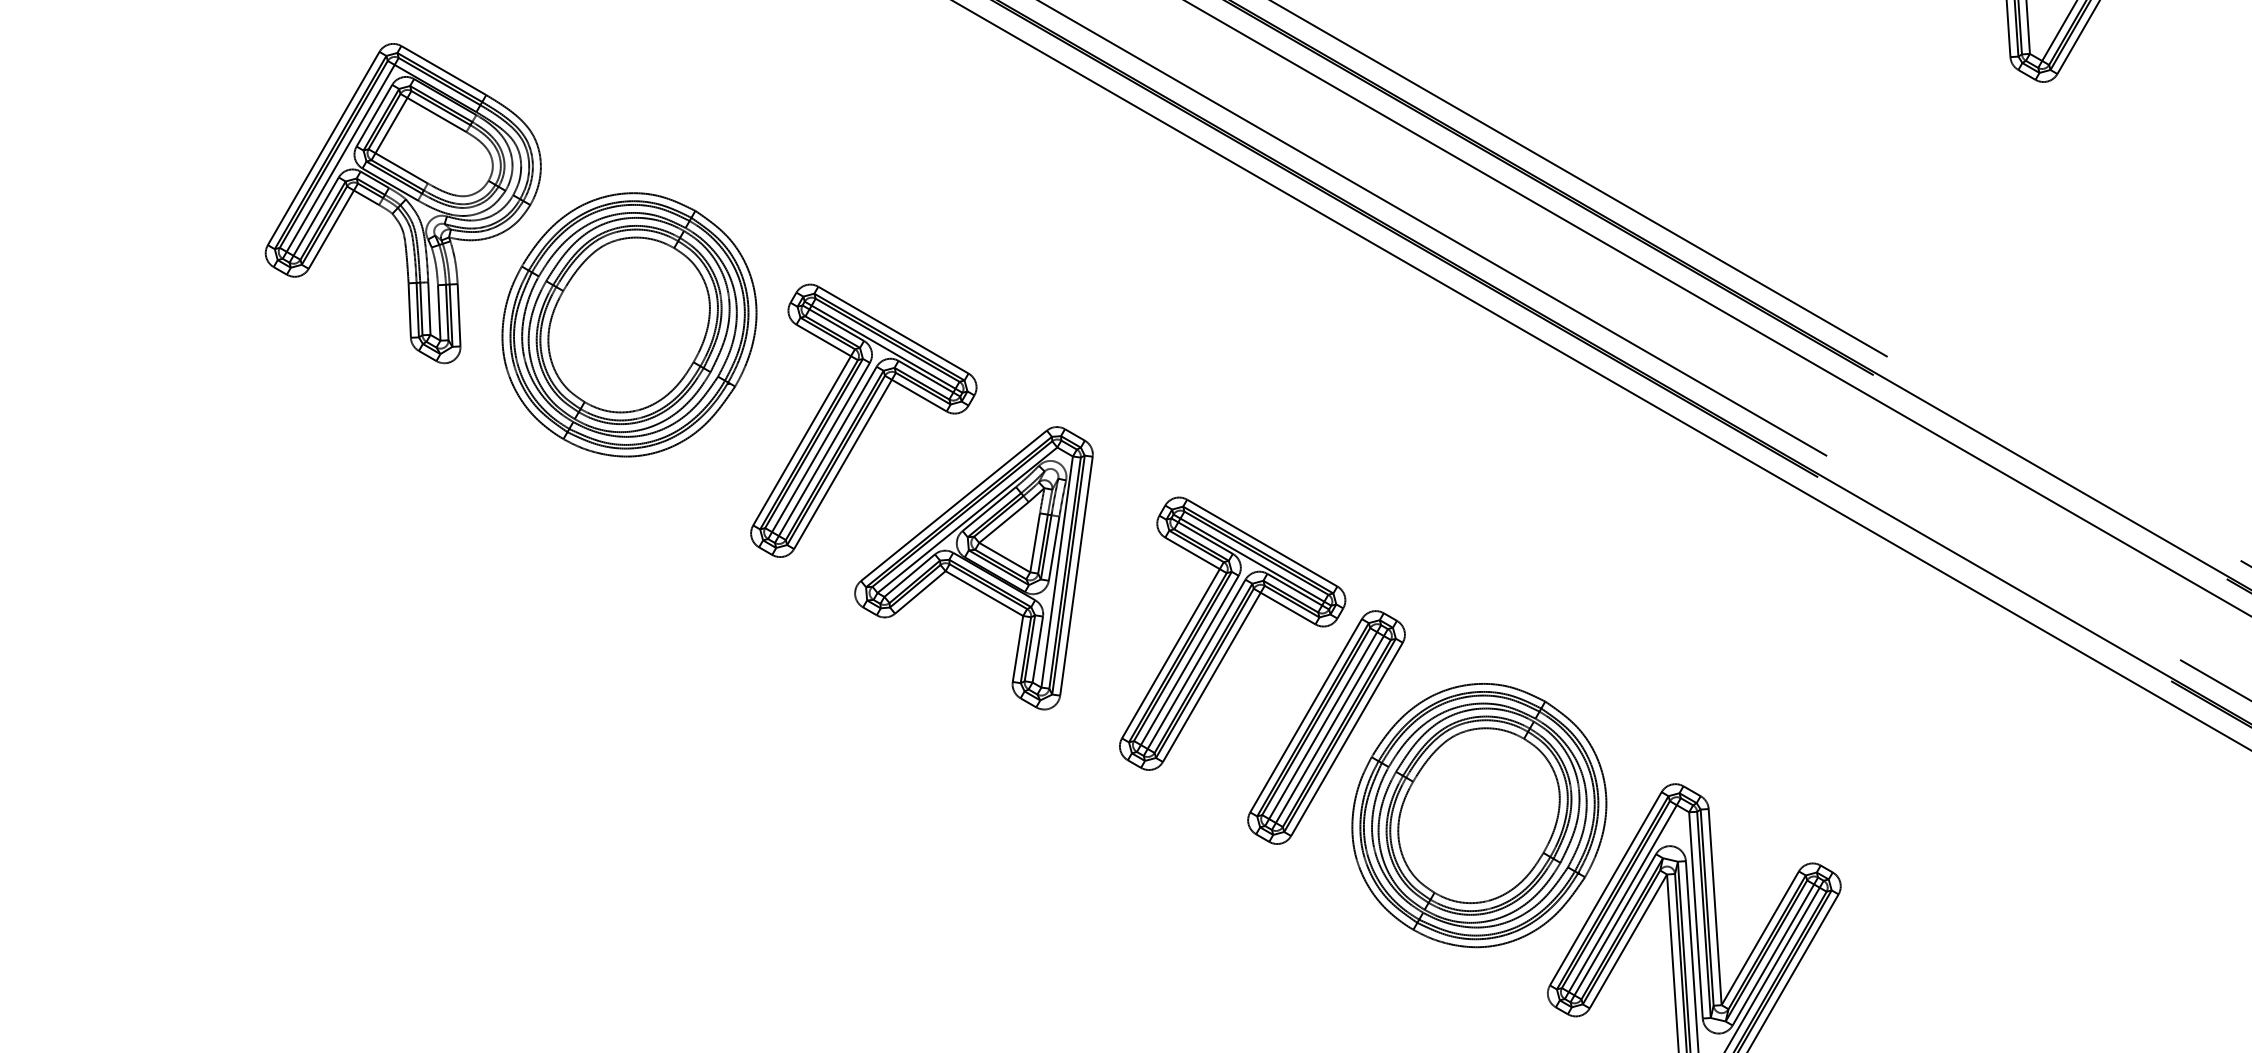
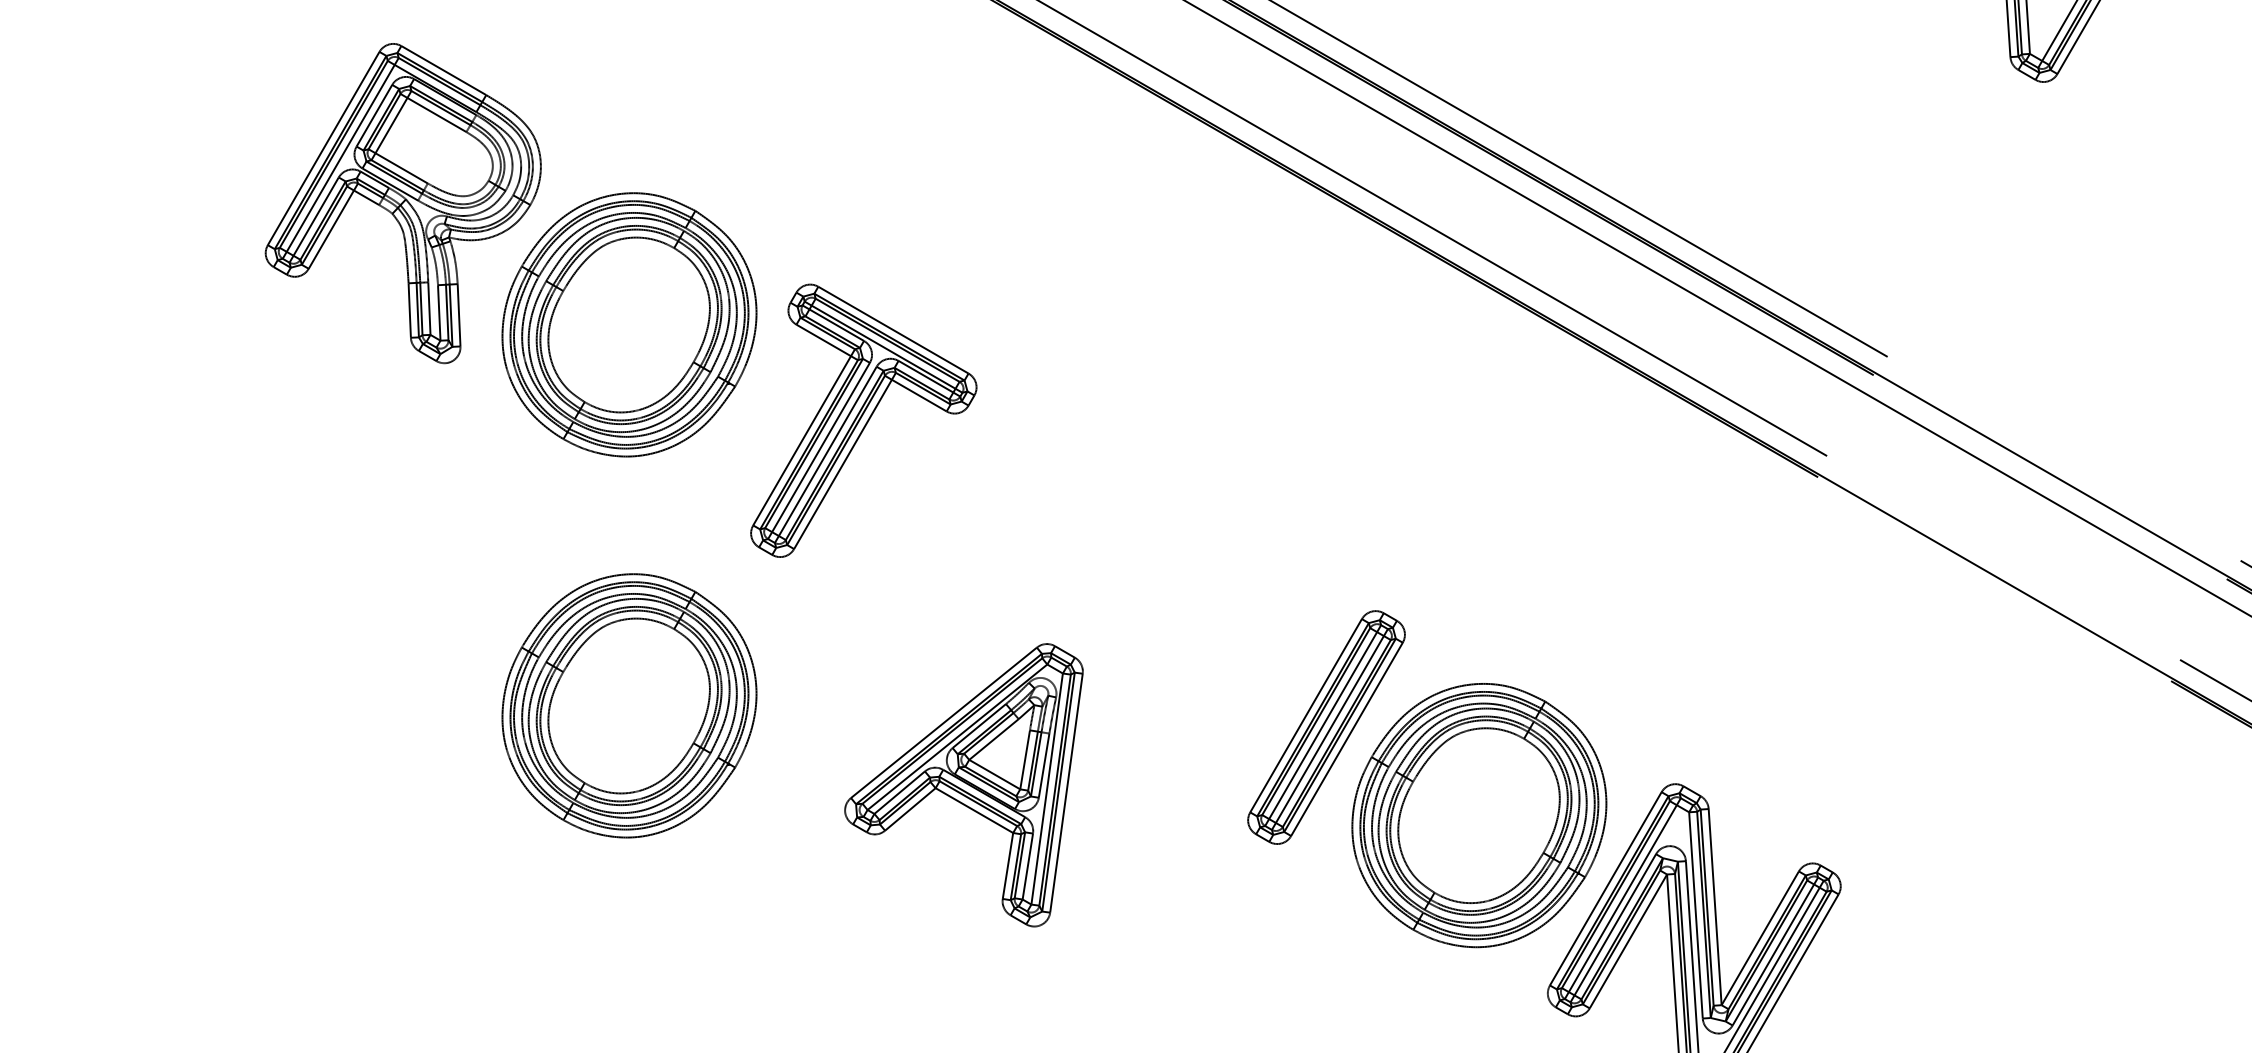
line at (1601, 375): present -> none
part at (973, 568) position: (973, 568) -> (963, 785)
part at (1232, 633): present -> none
part at (629, 705): none -> present
